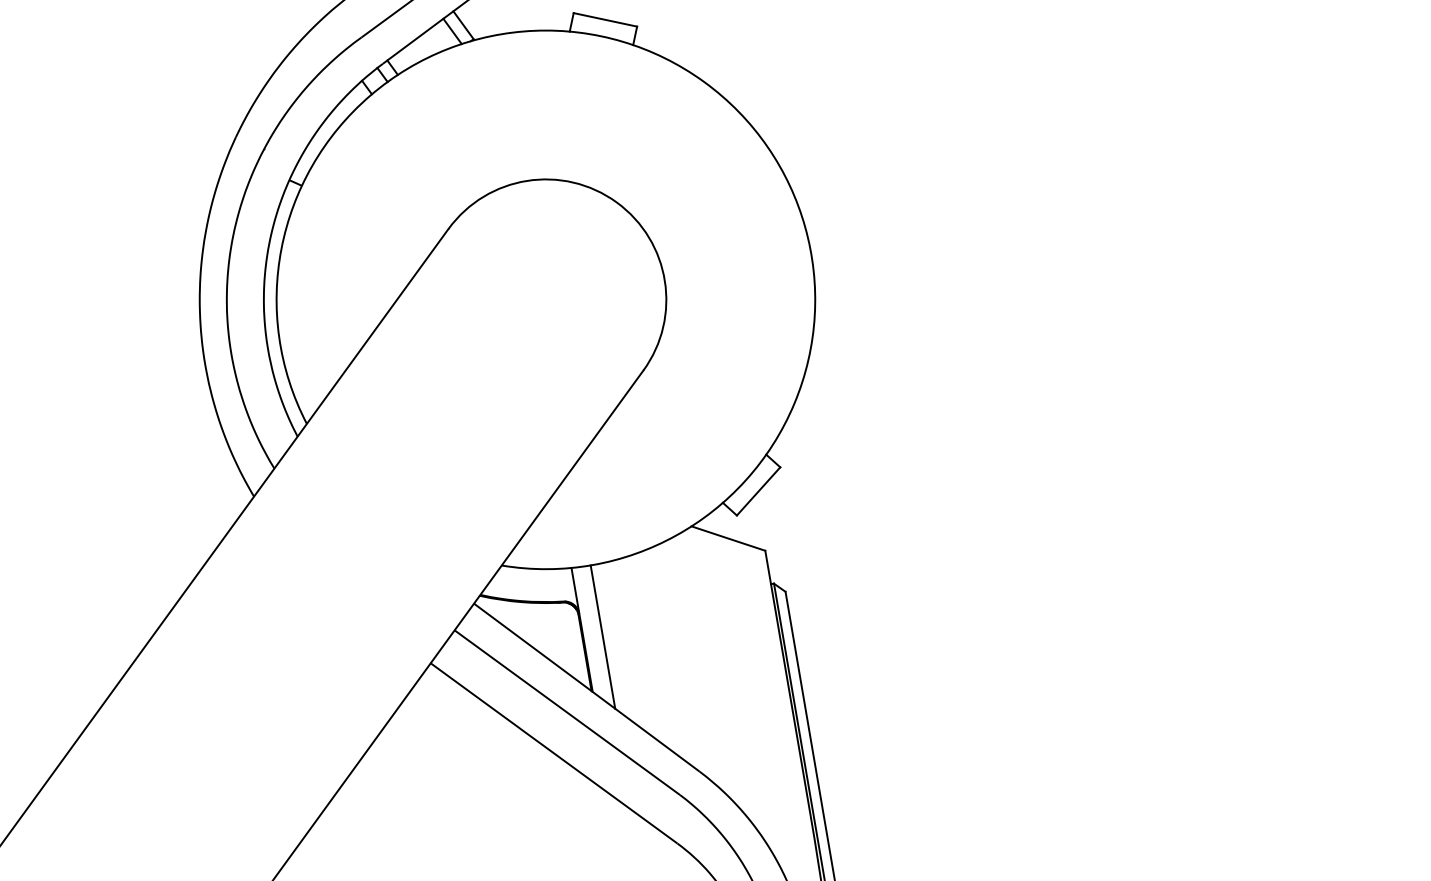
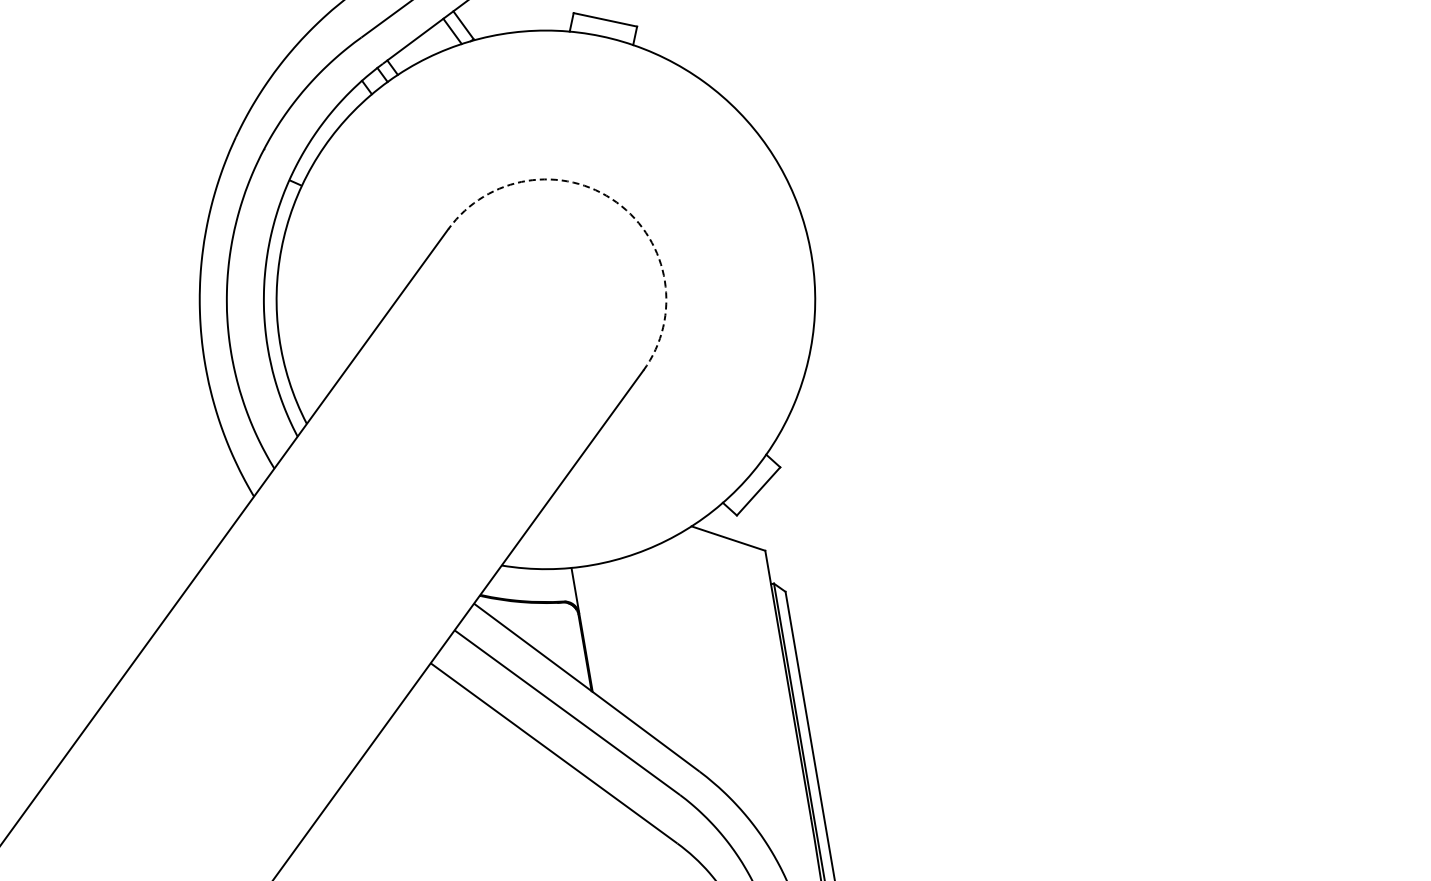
arc at (616, 202): solid -> dashed
line at (602, 636): present -> none
